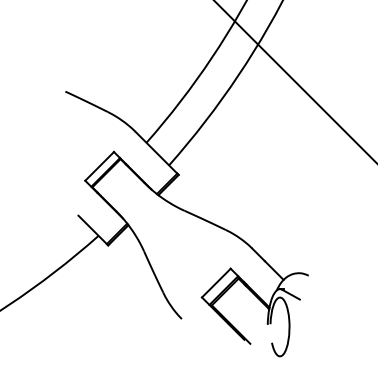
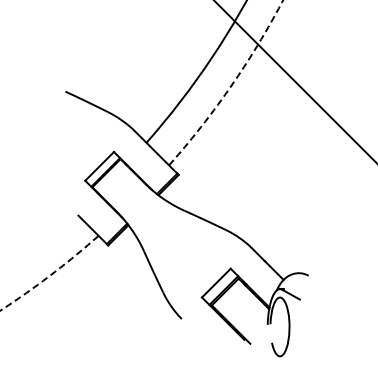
arc at (231, 85): solid -> dashed
arc at (50, 274): solid -> dashed
